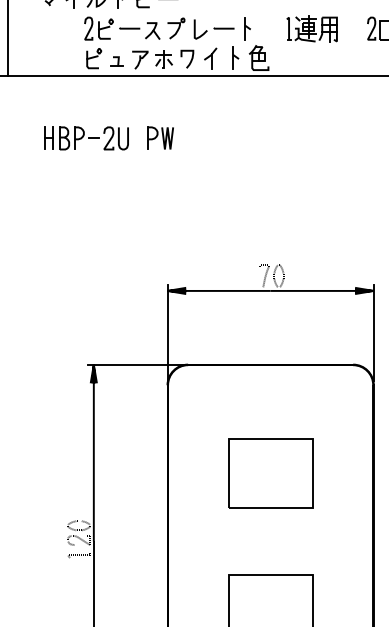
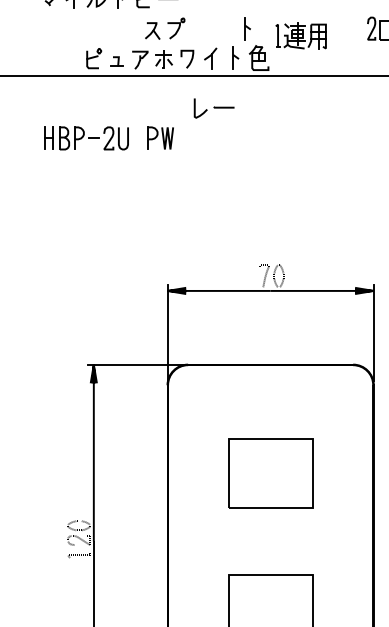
part at (112, 28): present -> none
part at (311, 28) position: (311, 28) -> (300, 35)
part at (213, 29) position: (213, 29) -> (213, 108)
line at (8, 38): present -> none
